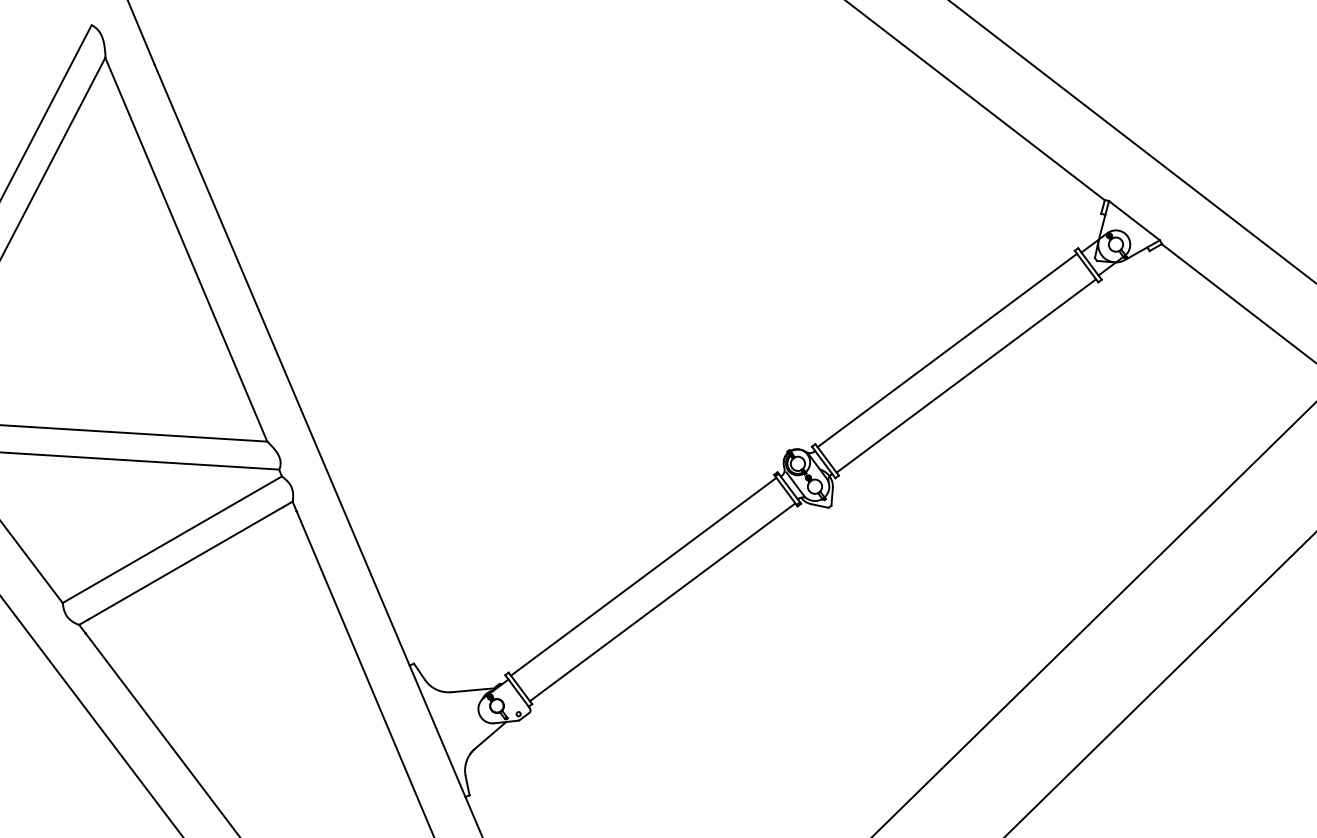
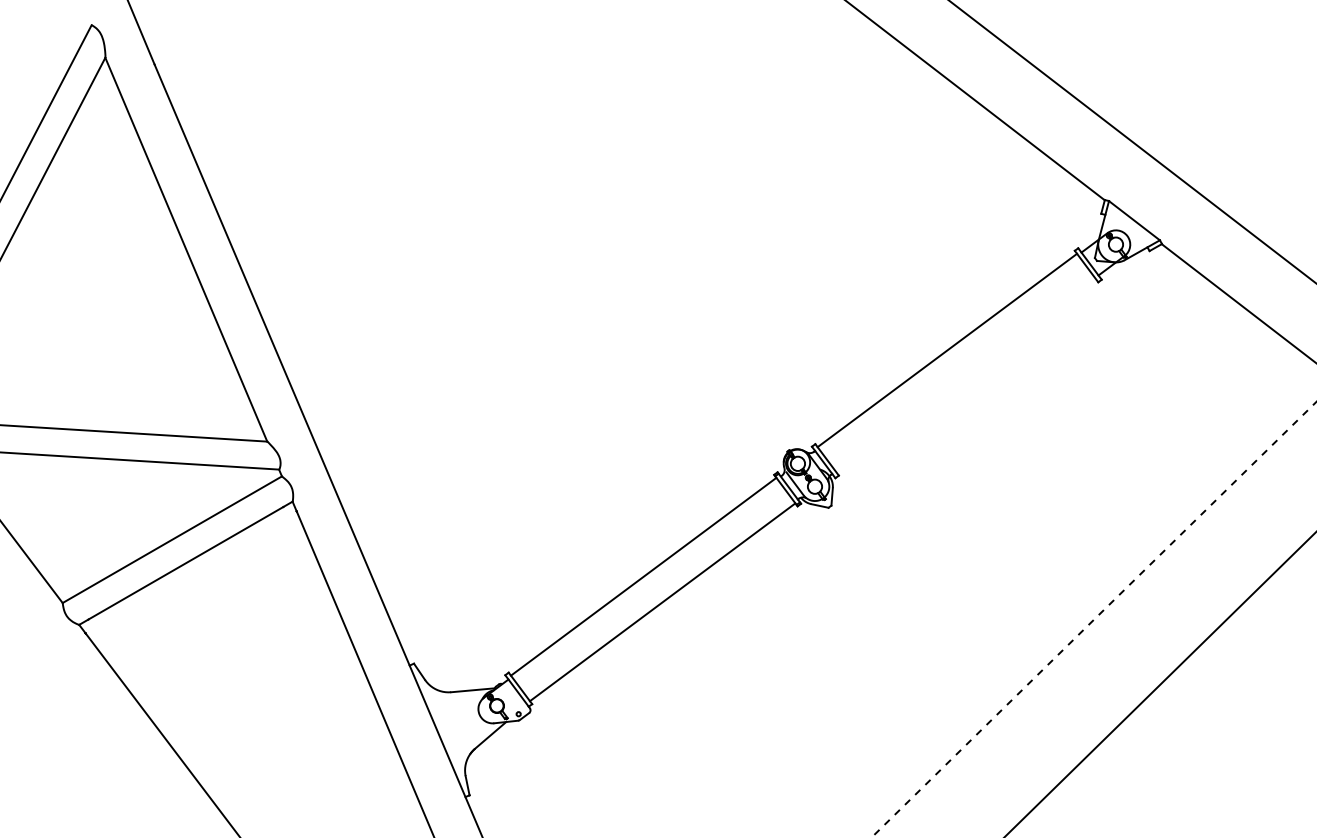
line at (966, 375): present -> none
line at (1093, 620): solid -> dashed
line at (91, 716): present -> none
